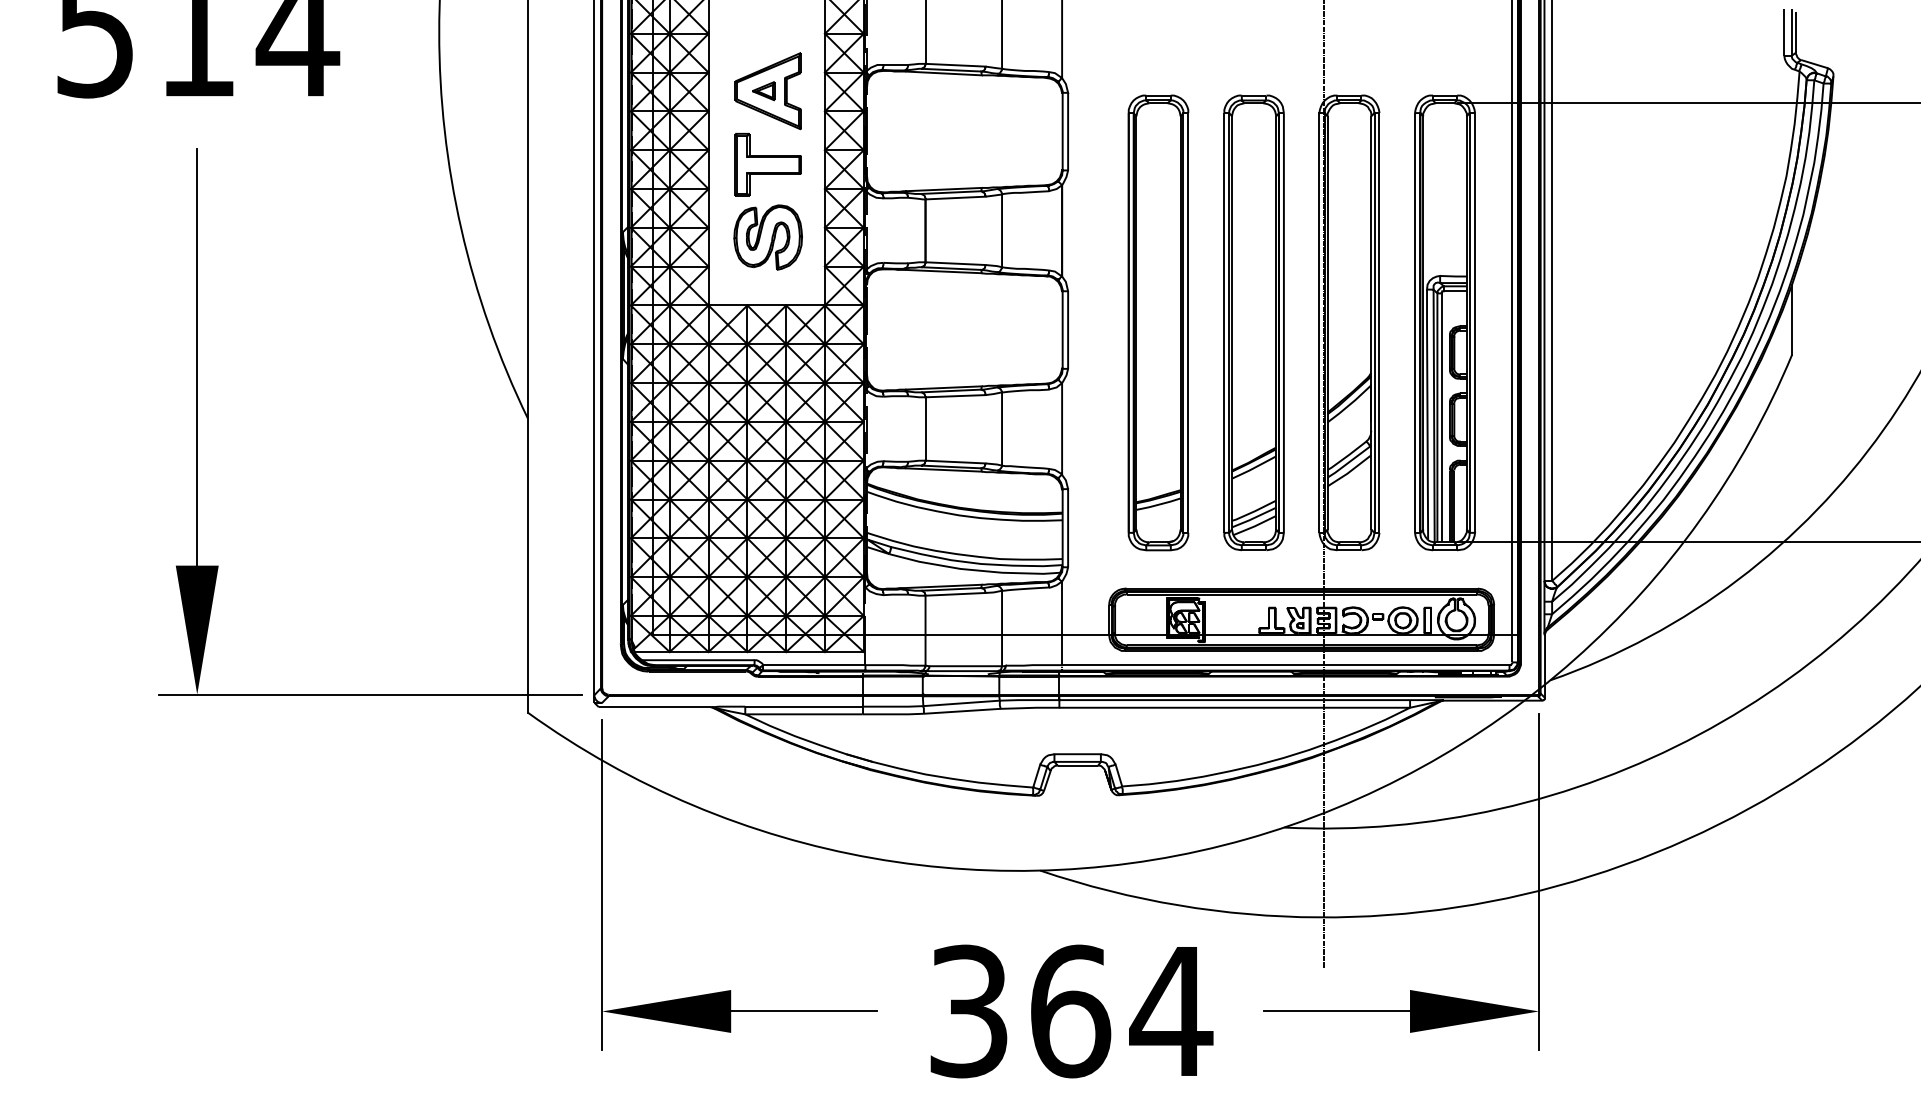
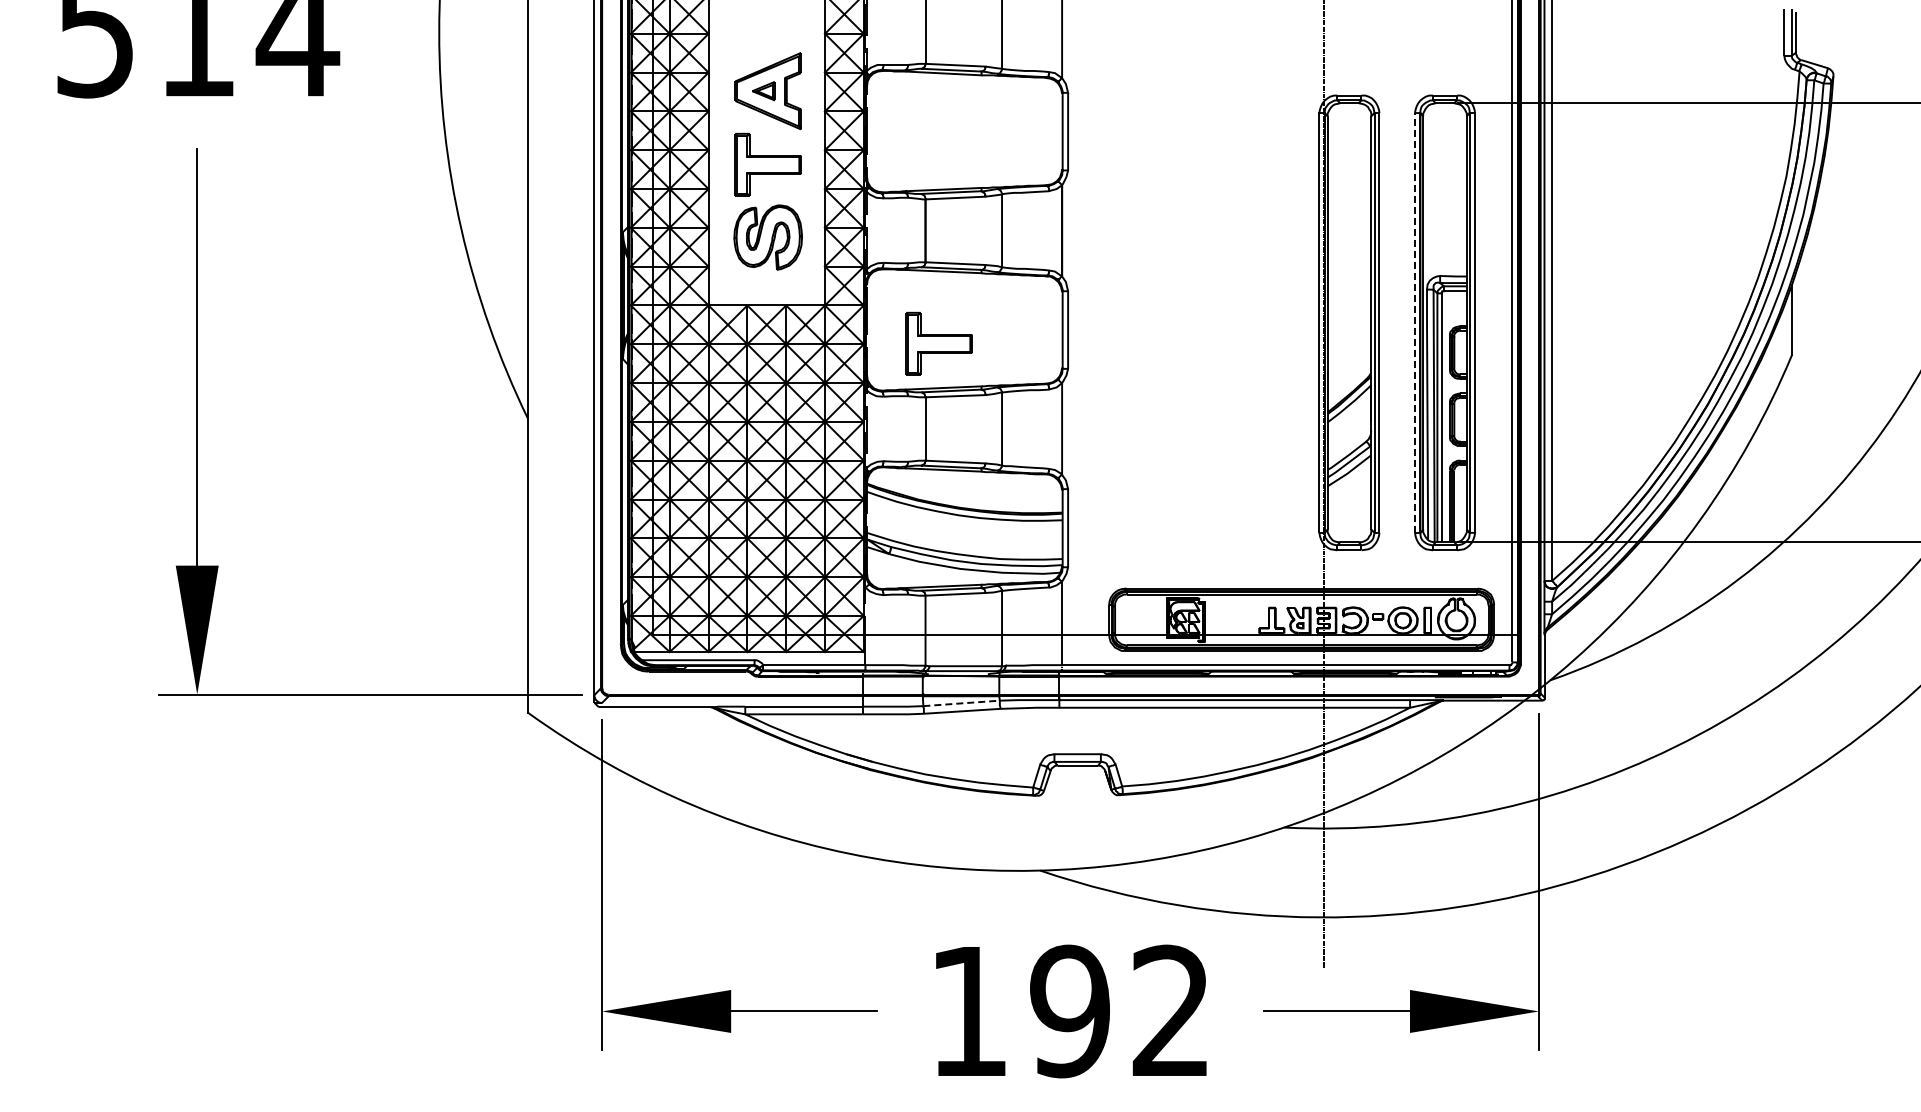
part at (1158, 322): present -> none
part at (1253, 322): present -> none
line at (1415, 322): solid -> dashed
part at (938, 343): none -> present
line at (962, 703): solid -> dashed
text at (1071, 1011): 364 -> 192
